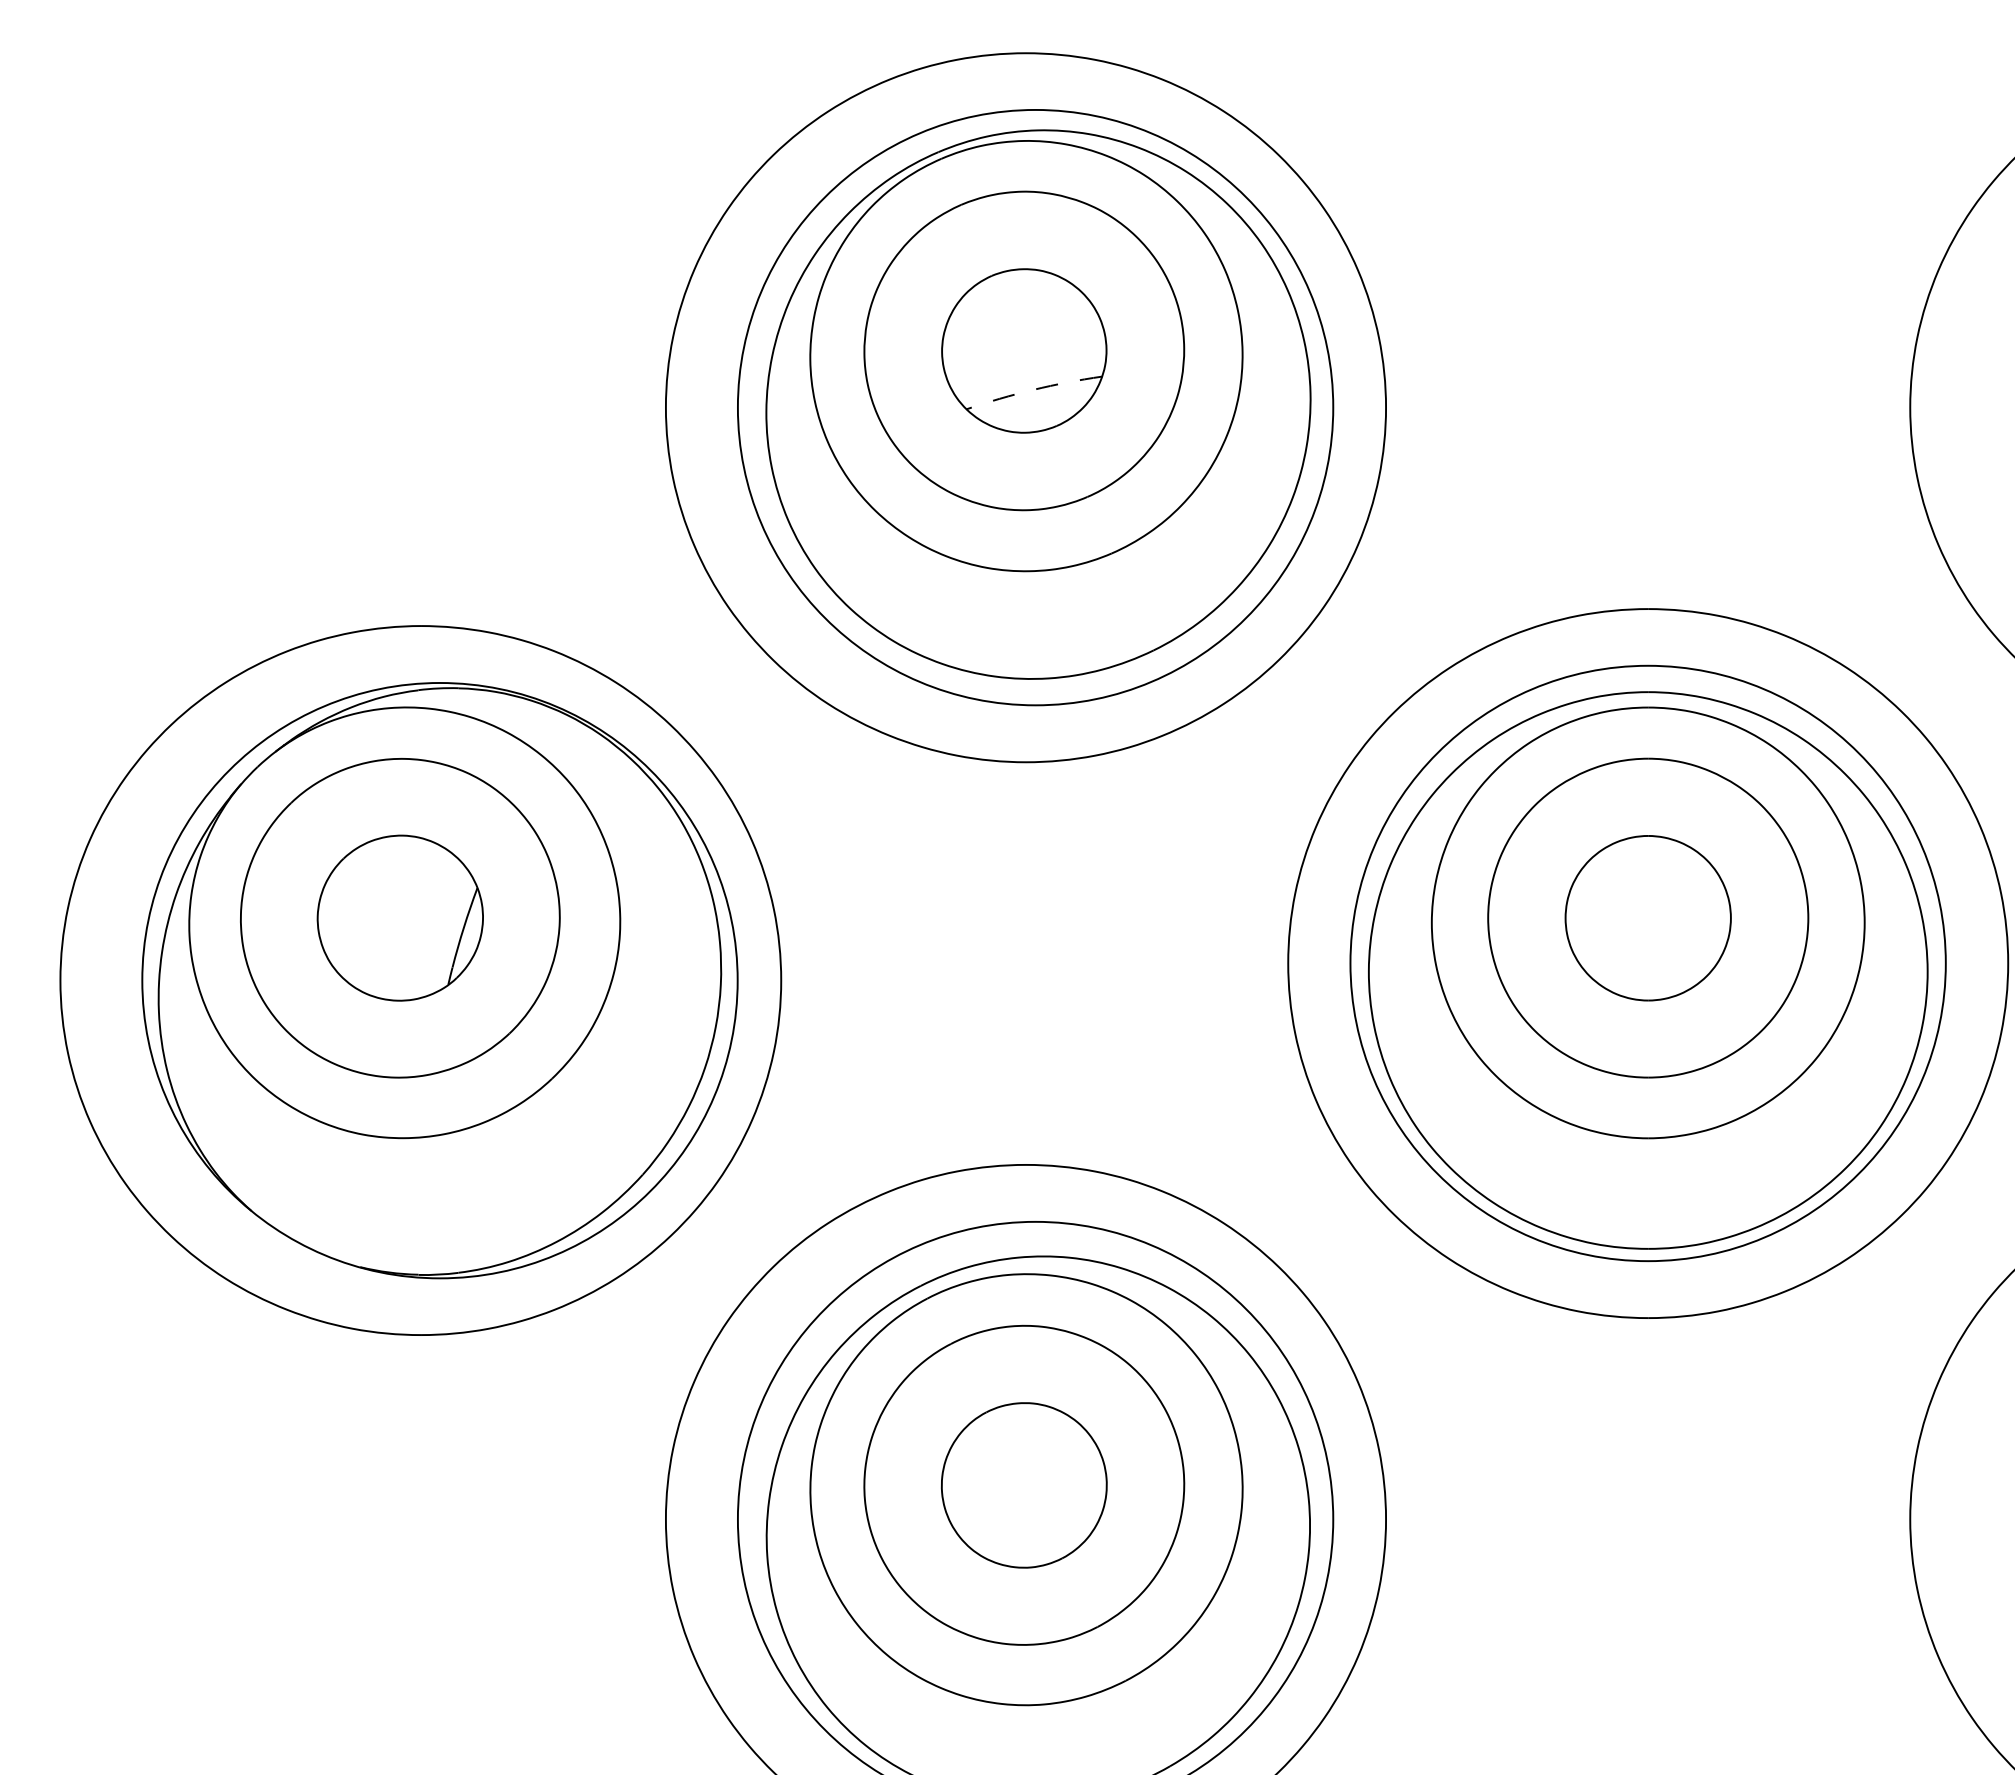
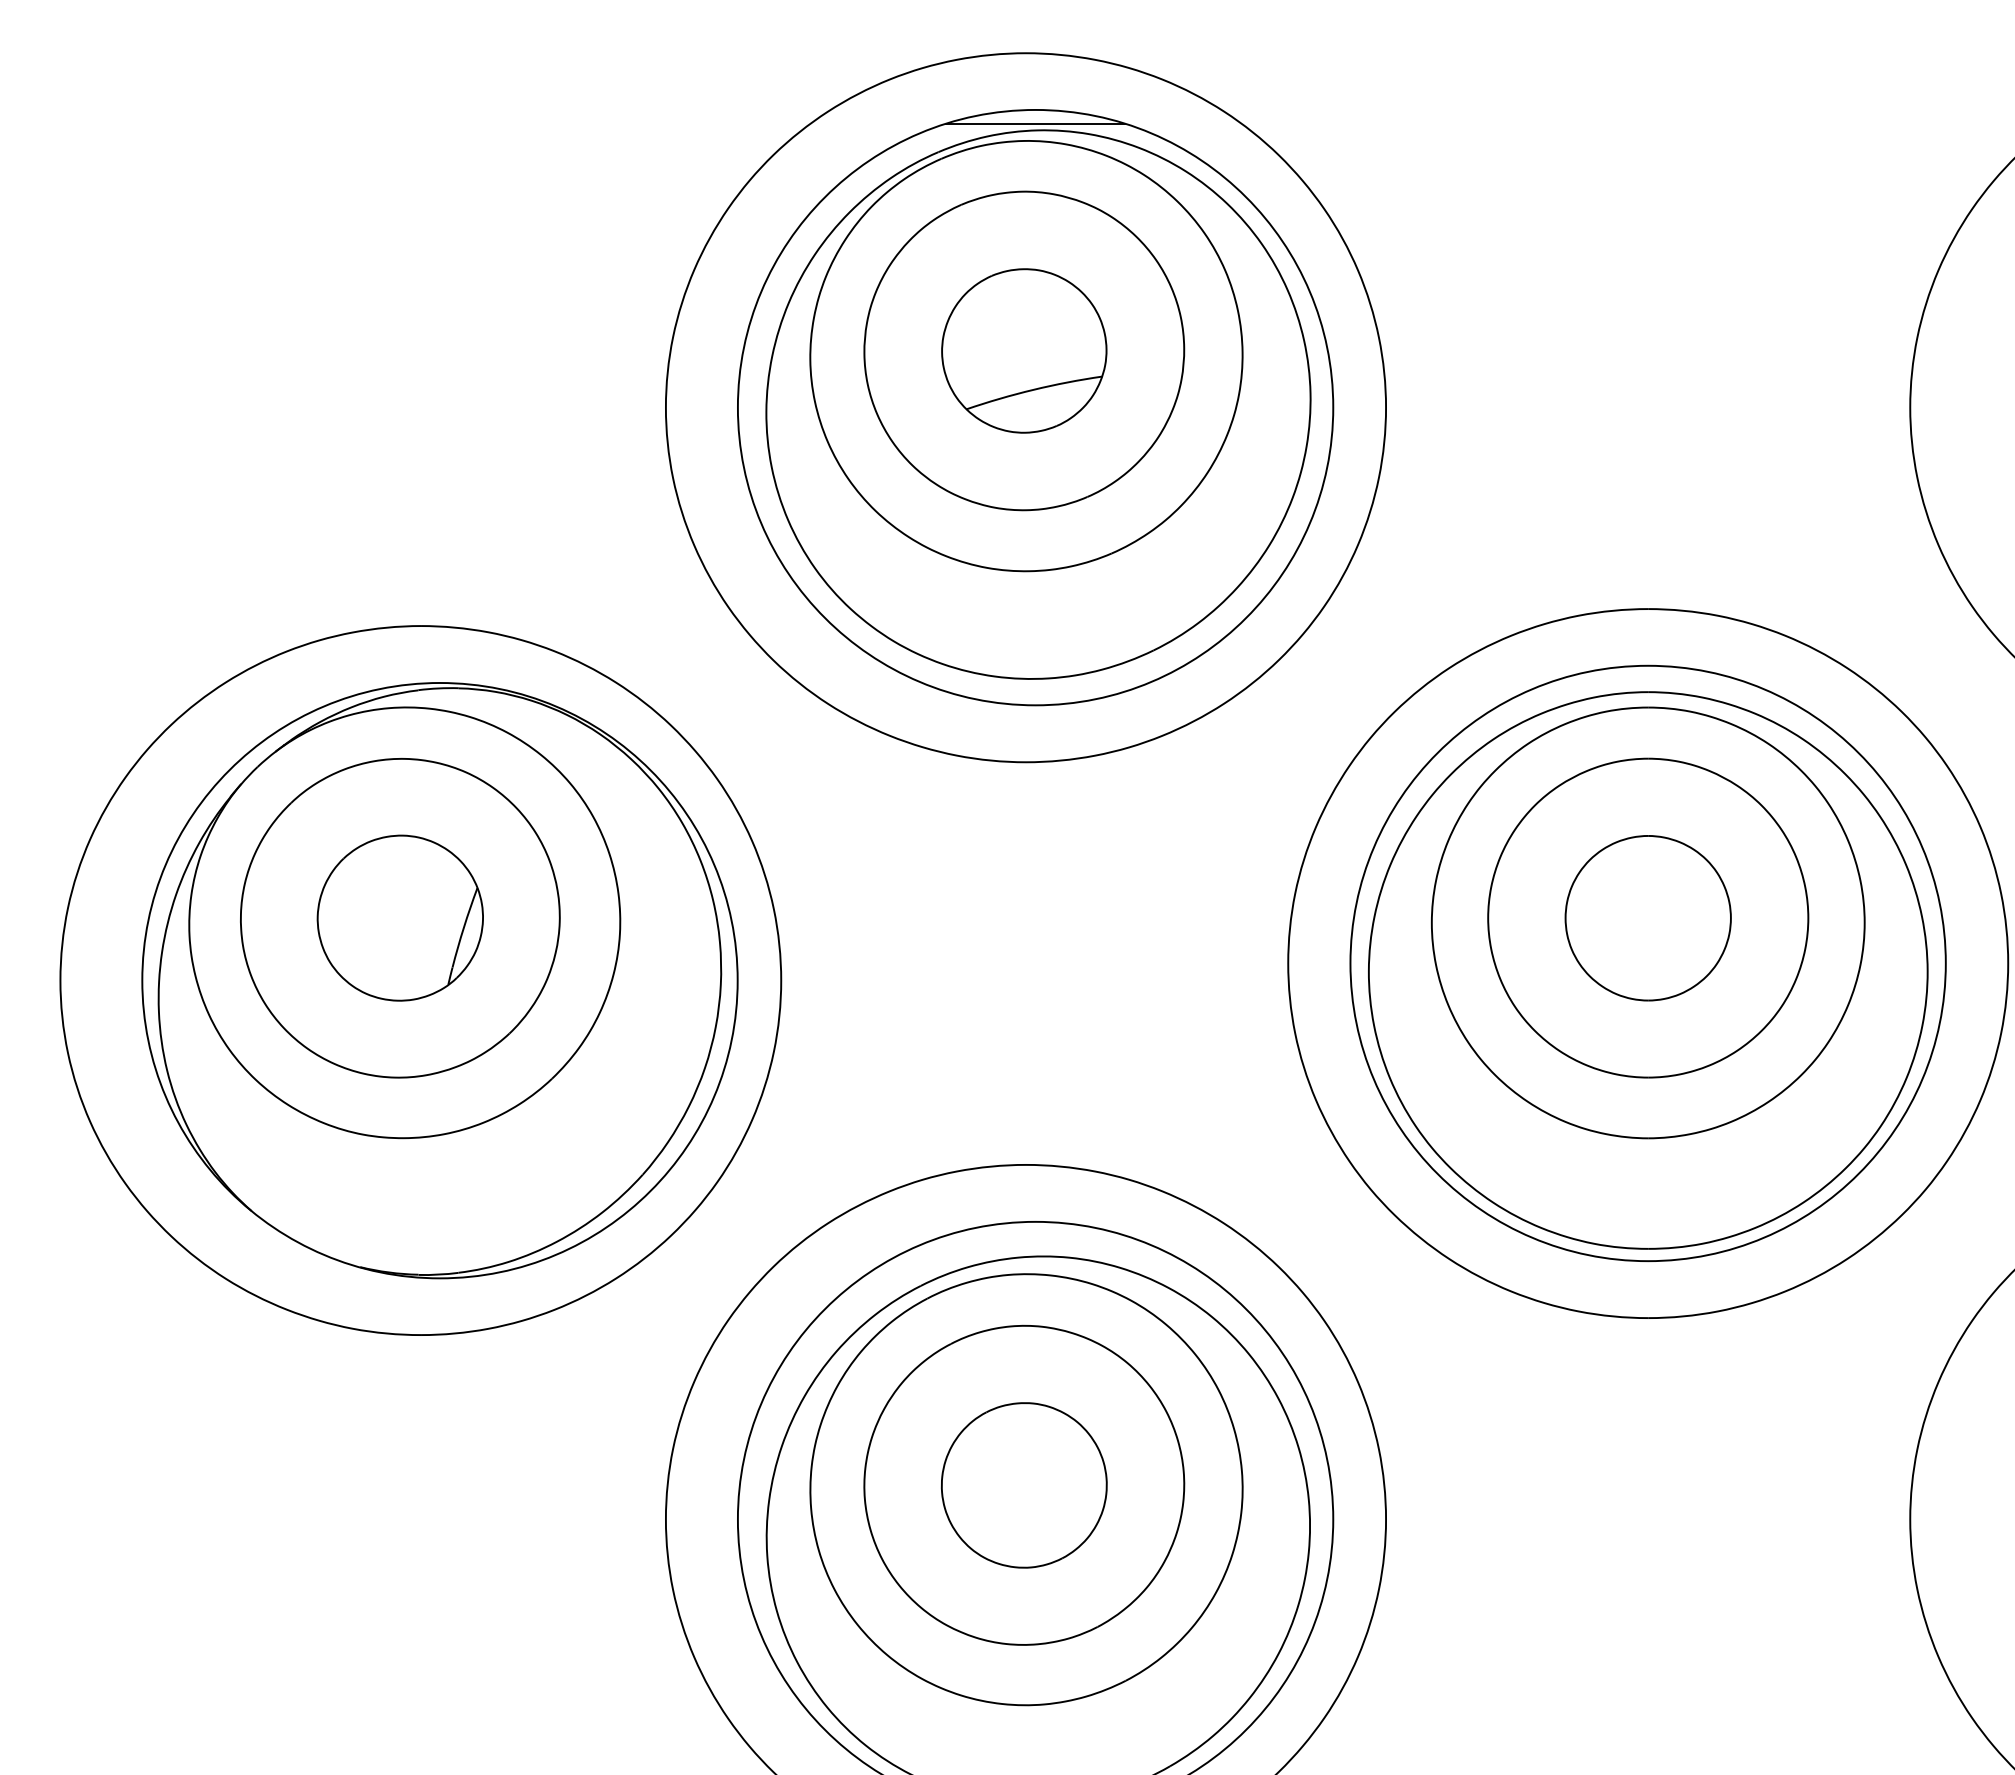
line at (1035, 123): none -> present
arc at (1033, 389): dashed -> solid
